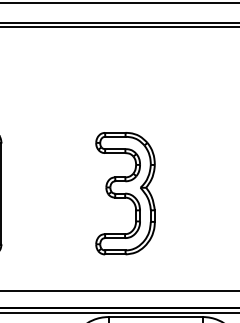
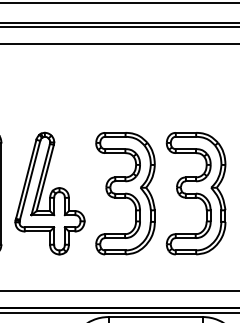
line at (119, 43): none -> present
part at (49, 193): none -> present
part at (195, 193): none -> present
